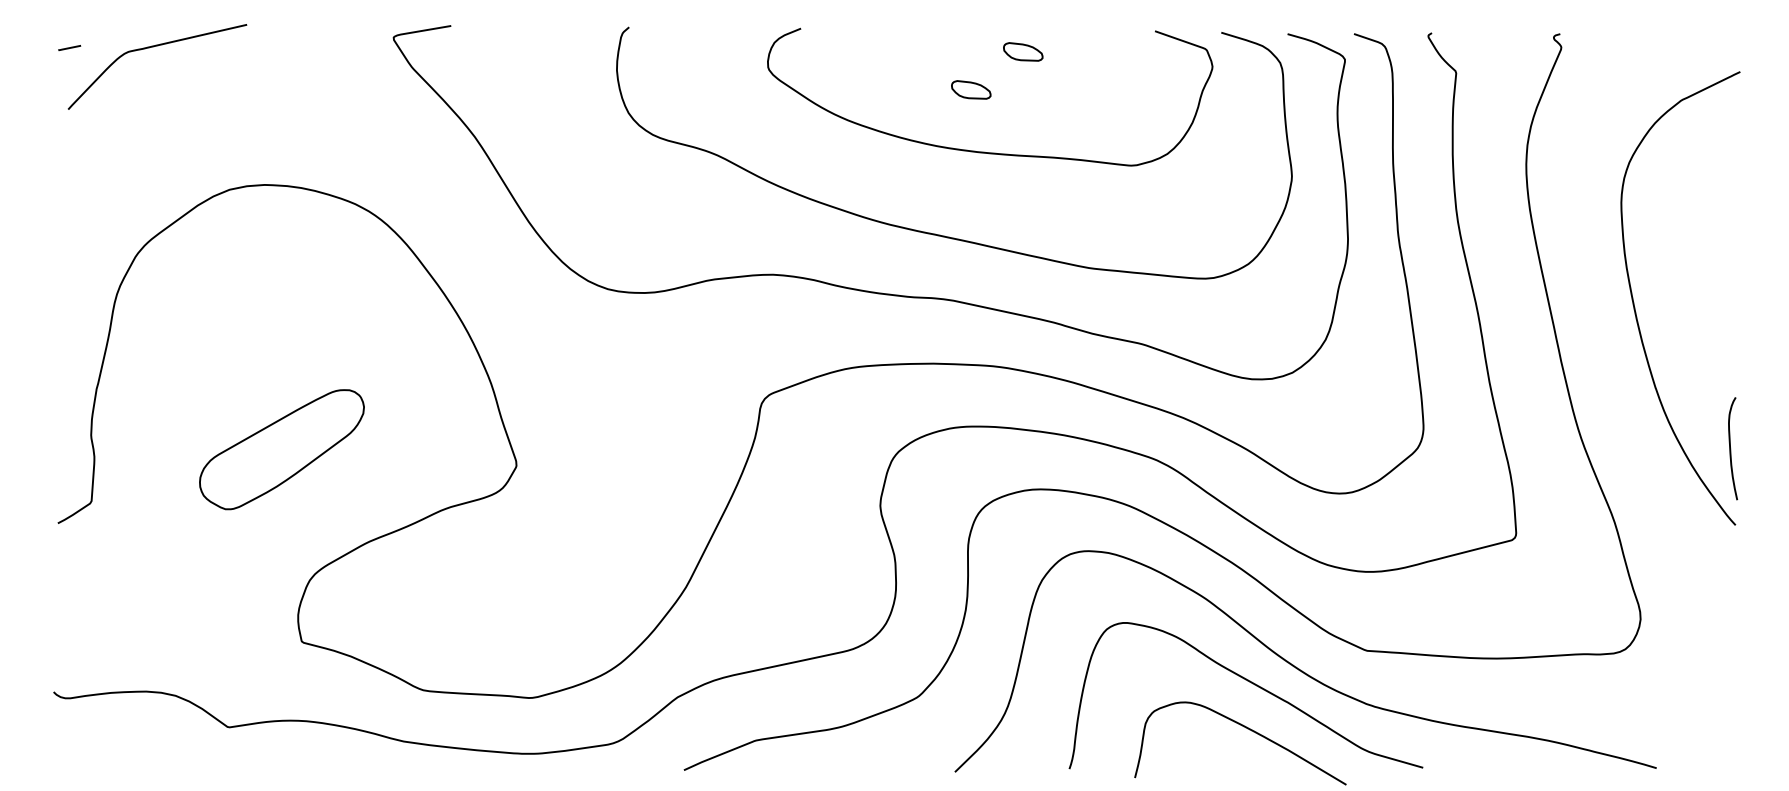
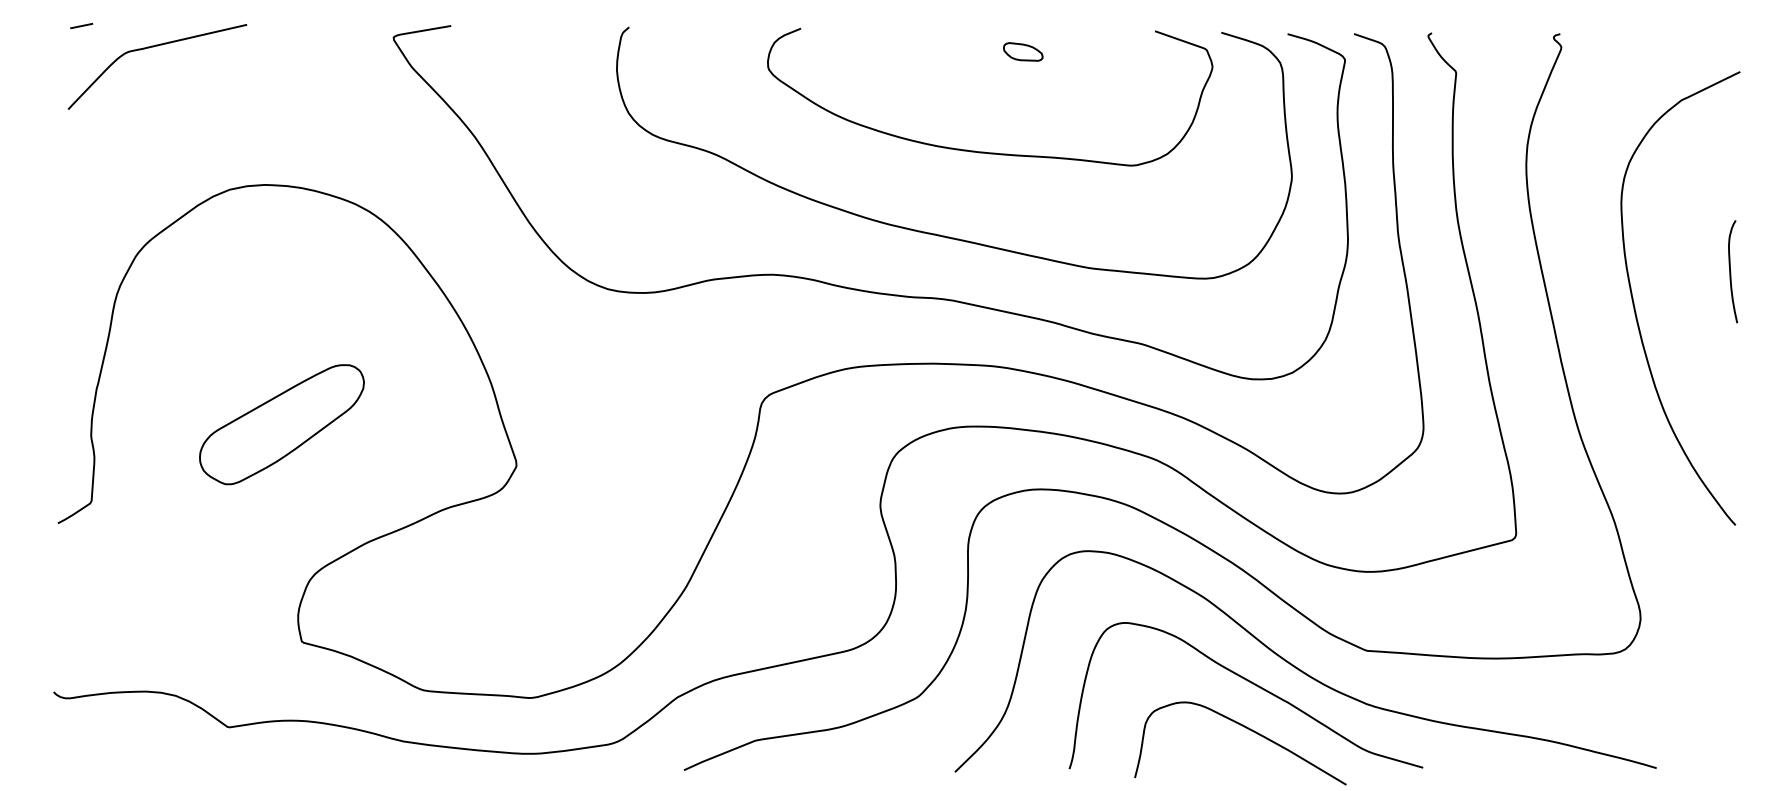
line at (69, 47) position: (69, 47) -> (81, 25)
part at (971, 89): present -> none
curve at (1731, 448) position: (1731, 448) -> (1731, 271)
part at (281, 449) position: (281, 449) -> (281, 424)
